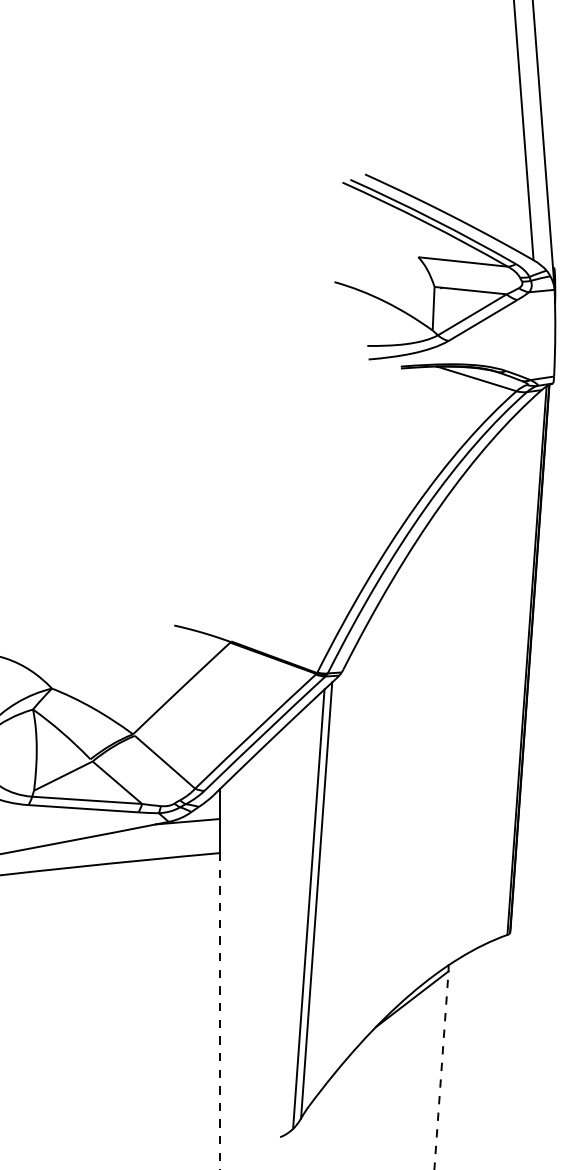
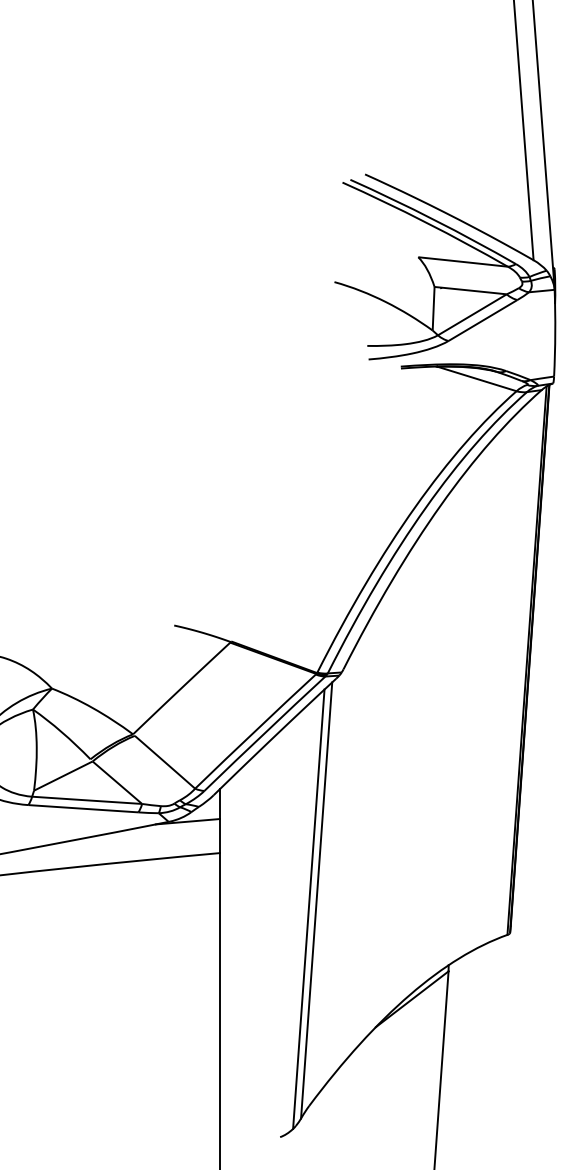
line at (219, 1011): dashed -> solid
line at (441, 1069): dashed -> solid
